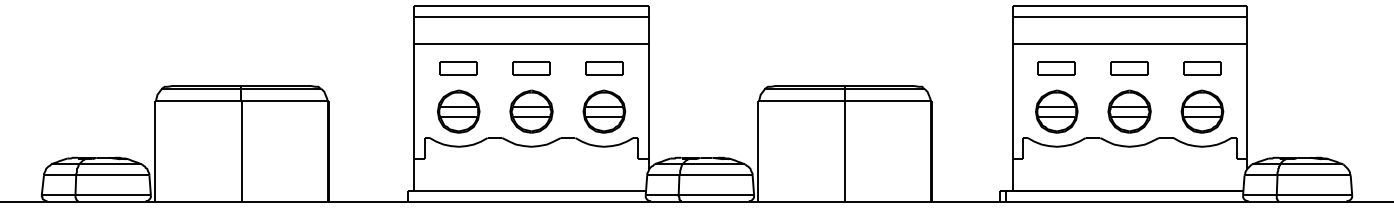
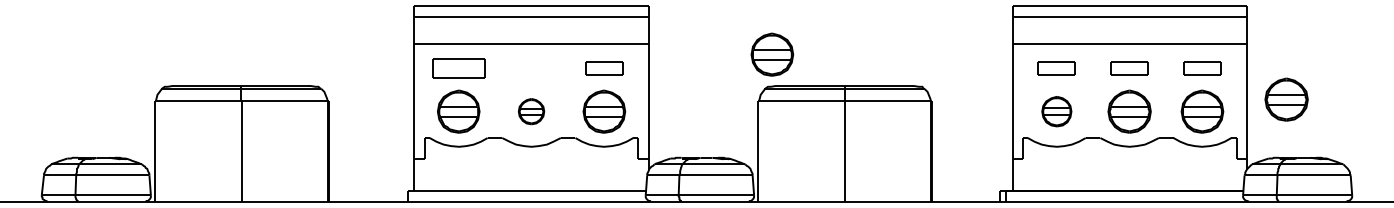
part at (772, 54): none -> present
part at (458, 68) size: 39x15 px -> 54x21 px
part at (531, 68): present -> none
part at (1286, 99): none -> present
part at (531, 111) size: 45x45 px -> 29x28 px
part at (1056, 111) size: 44x45 px -> 32x32 px
